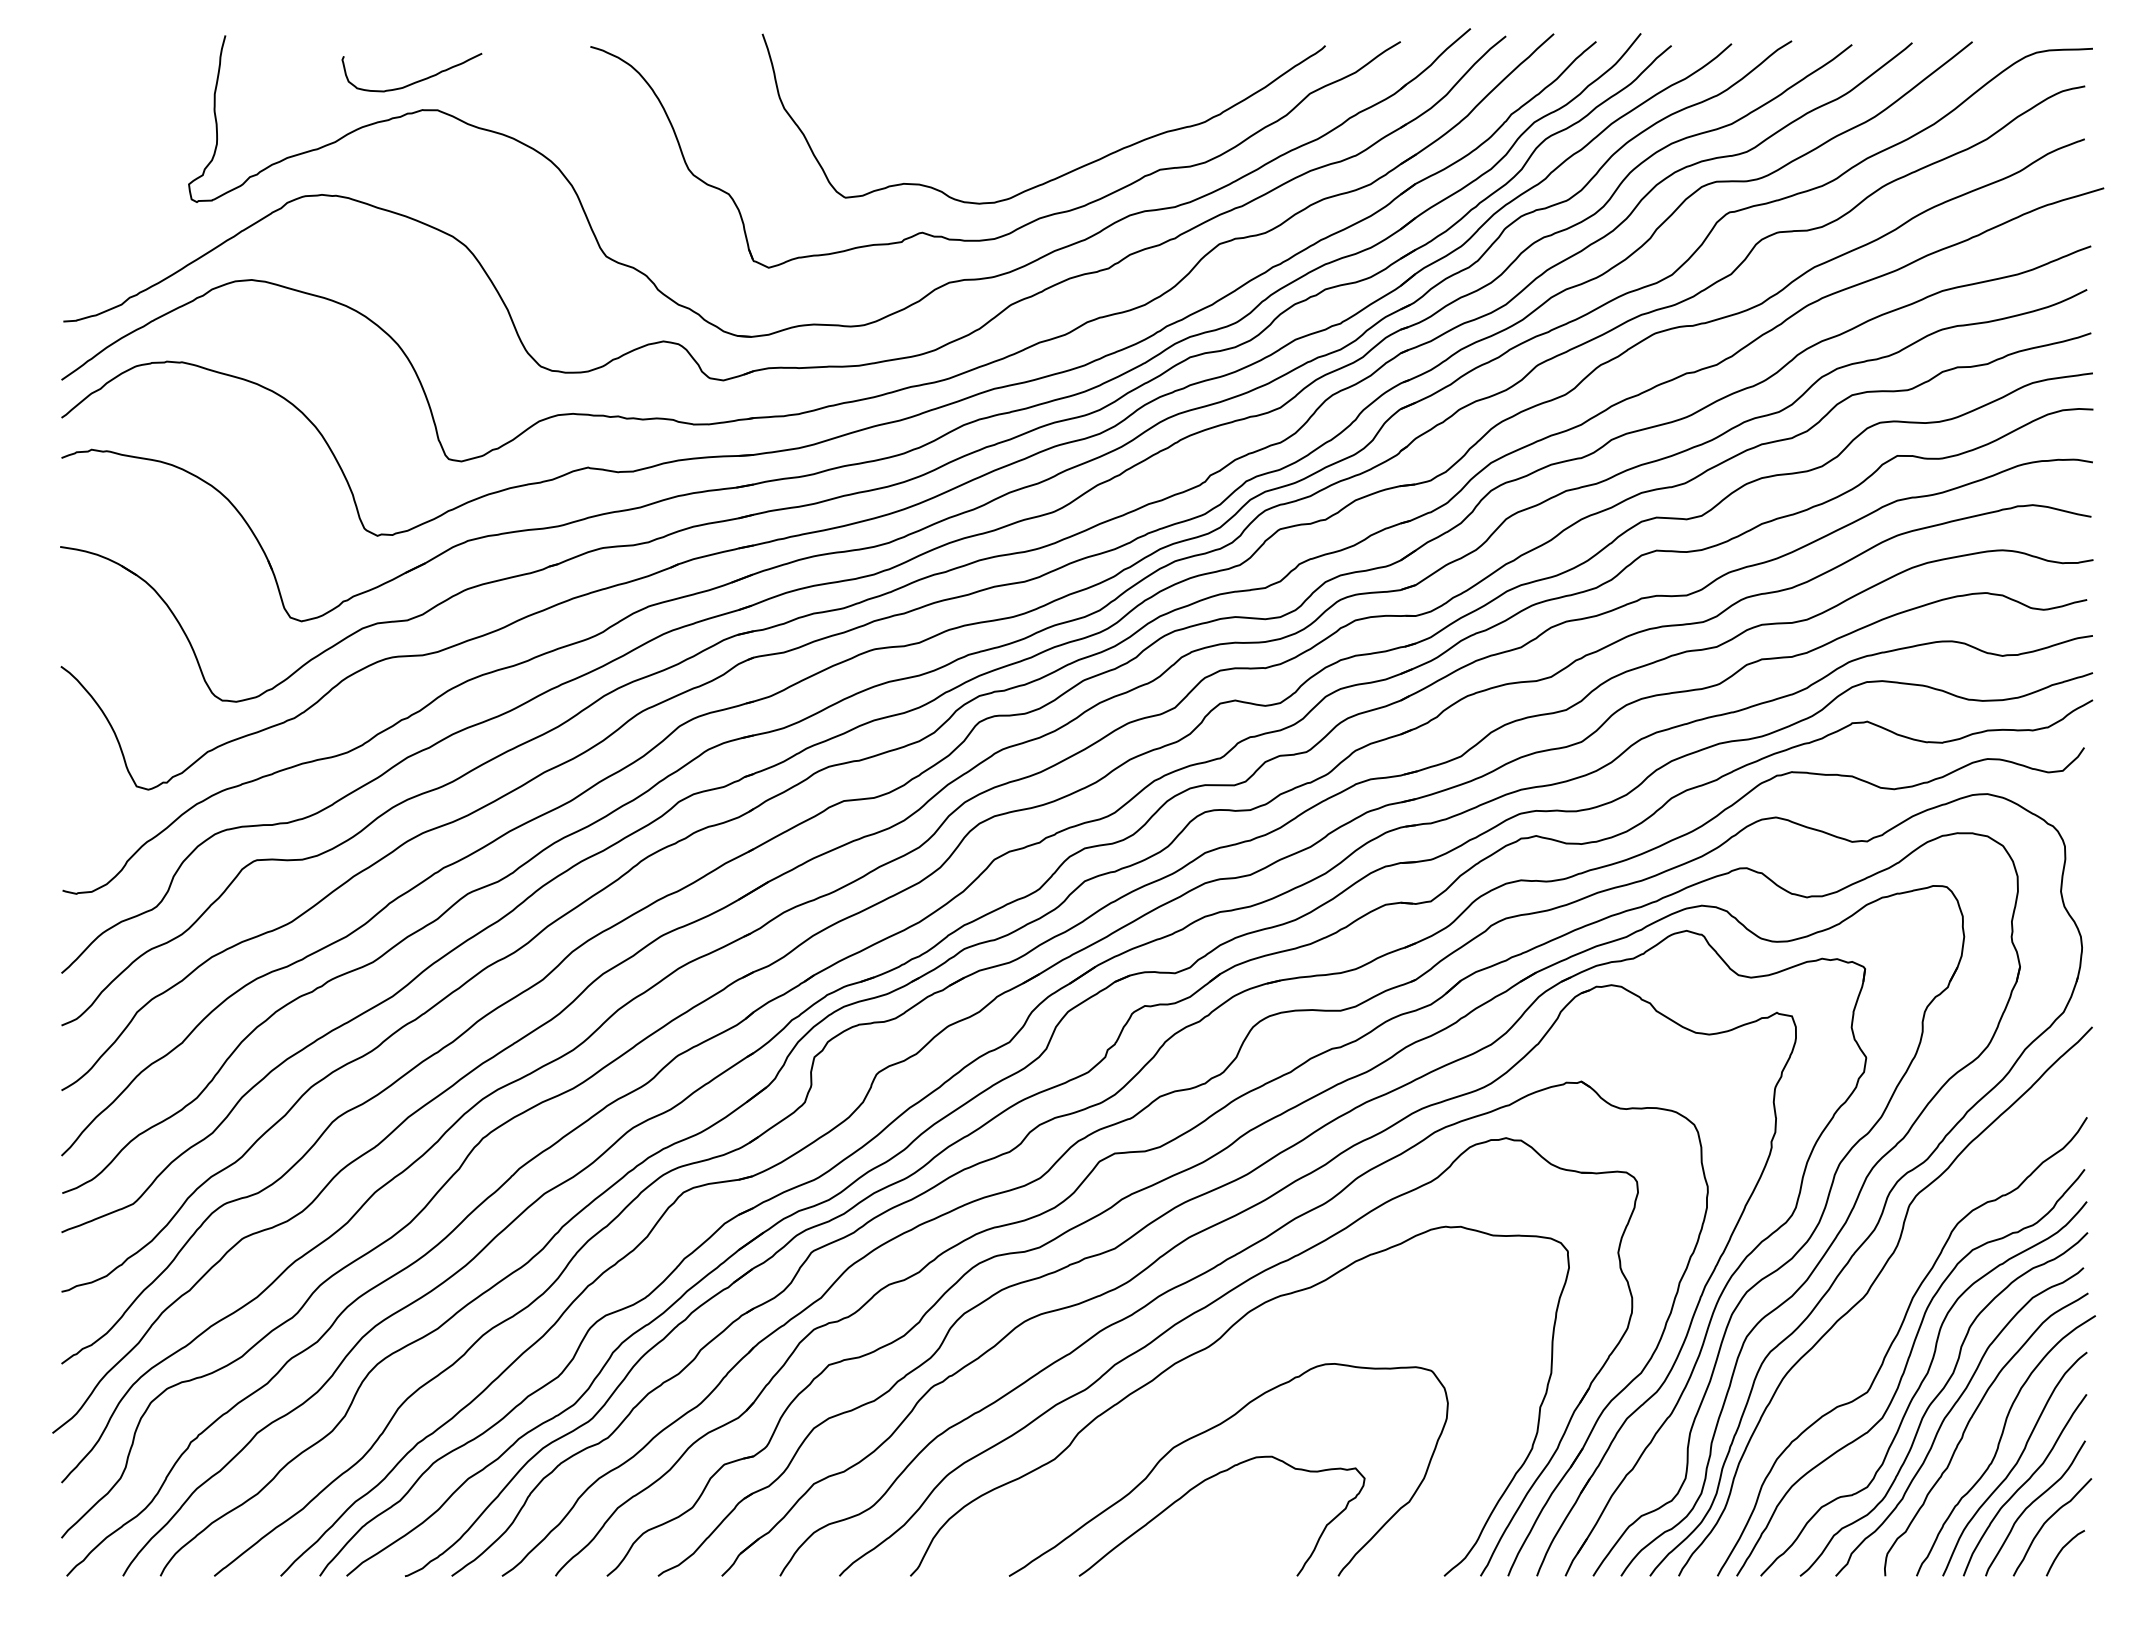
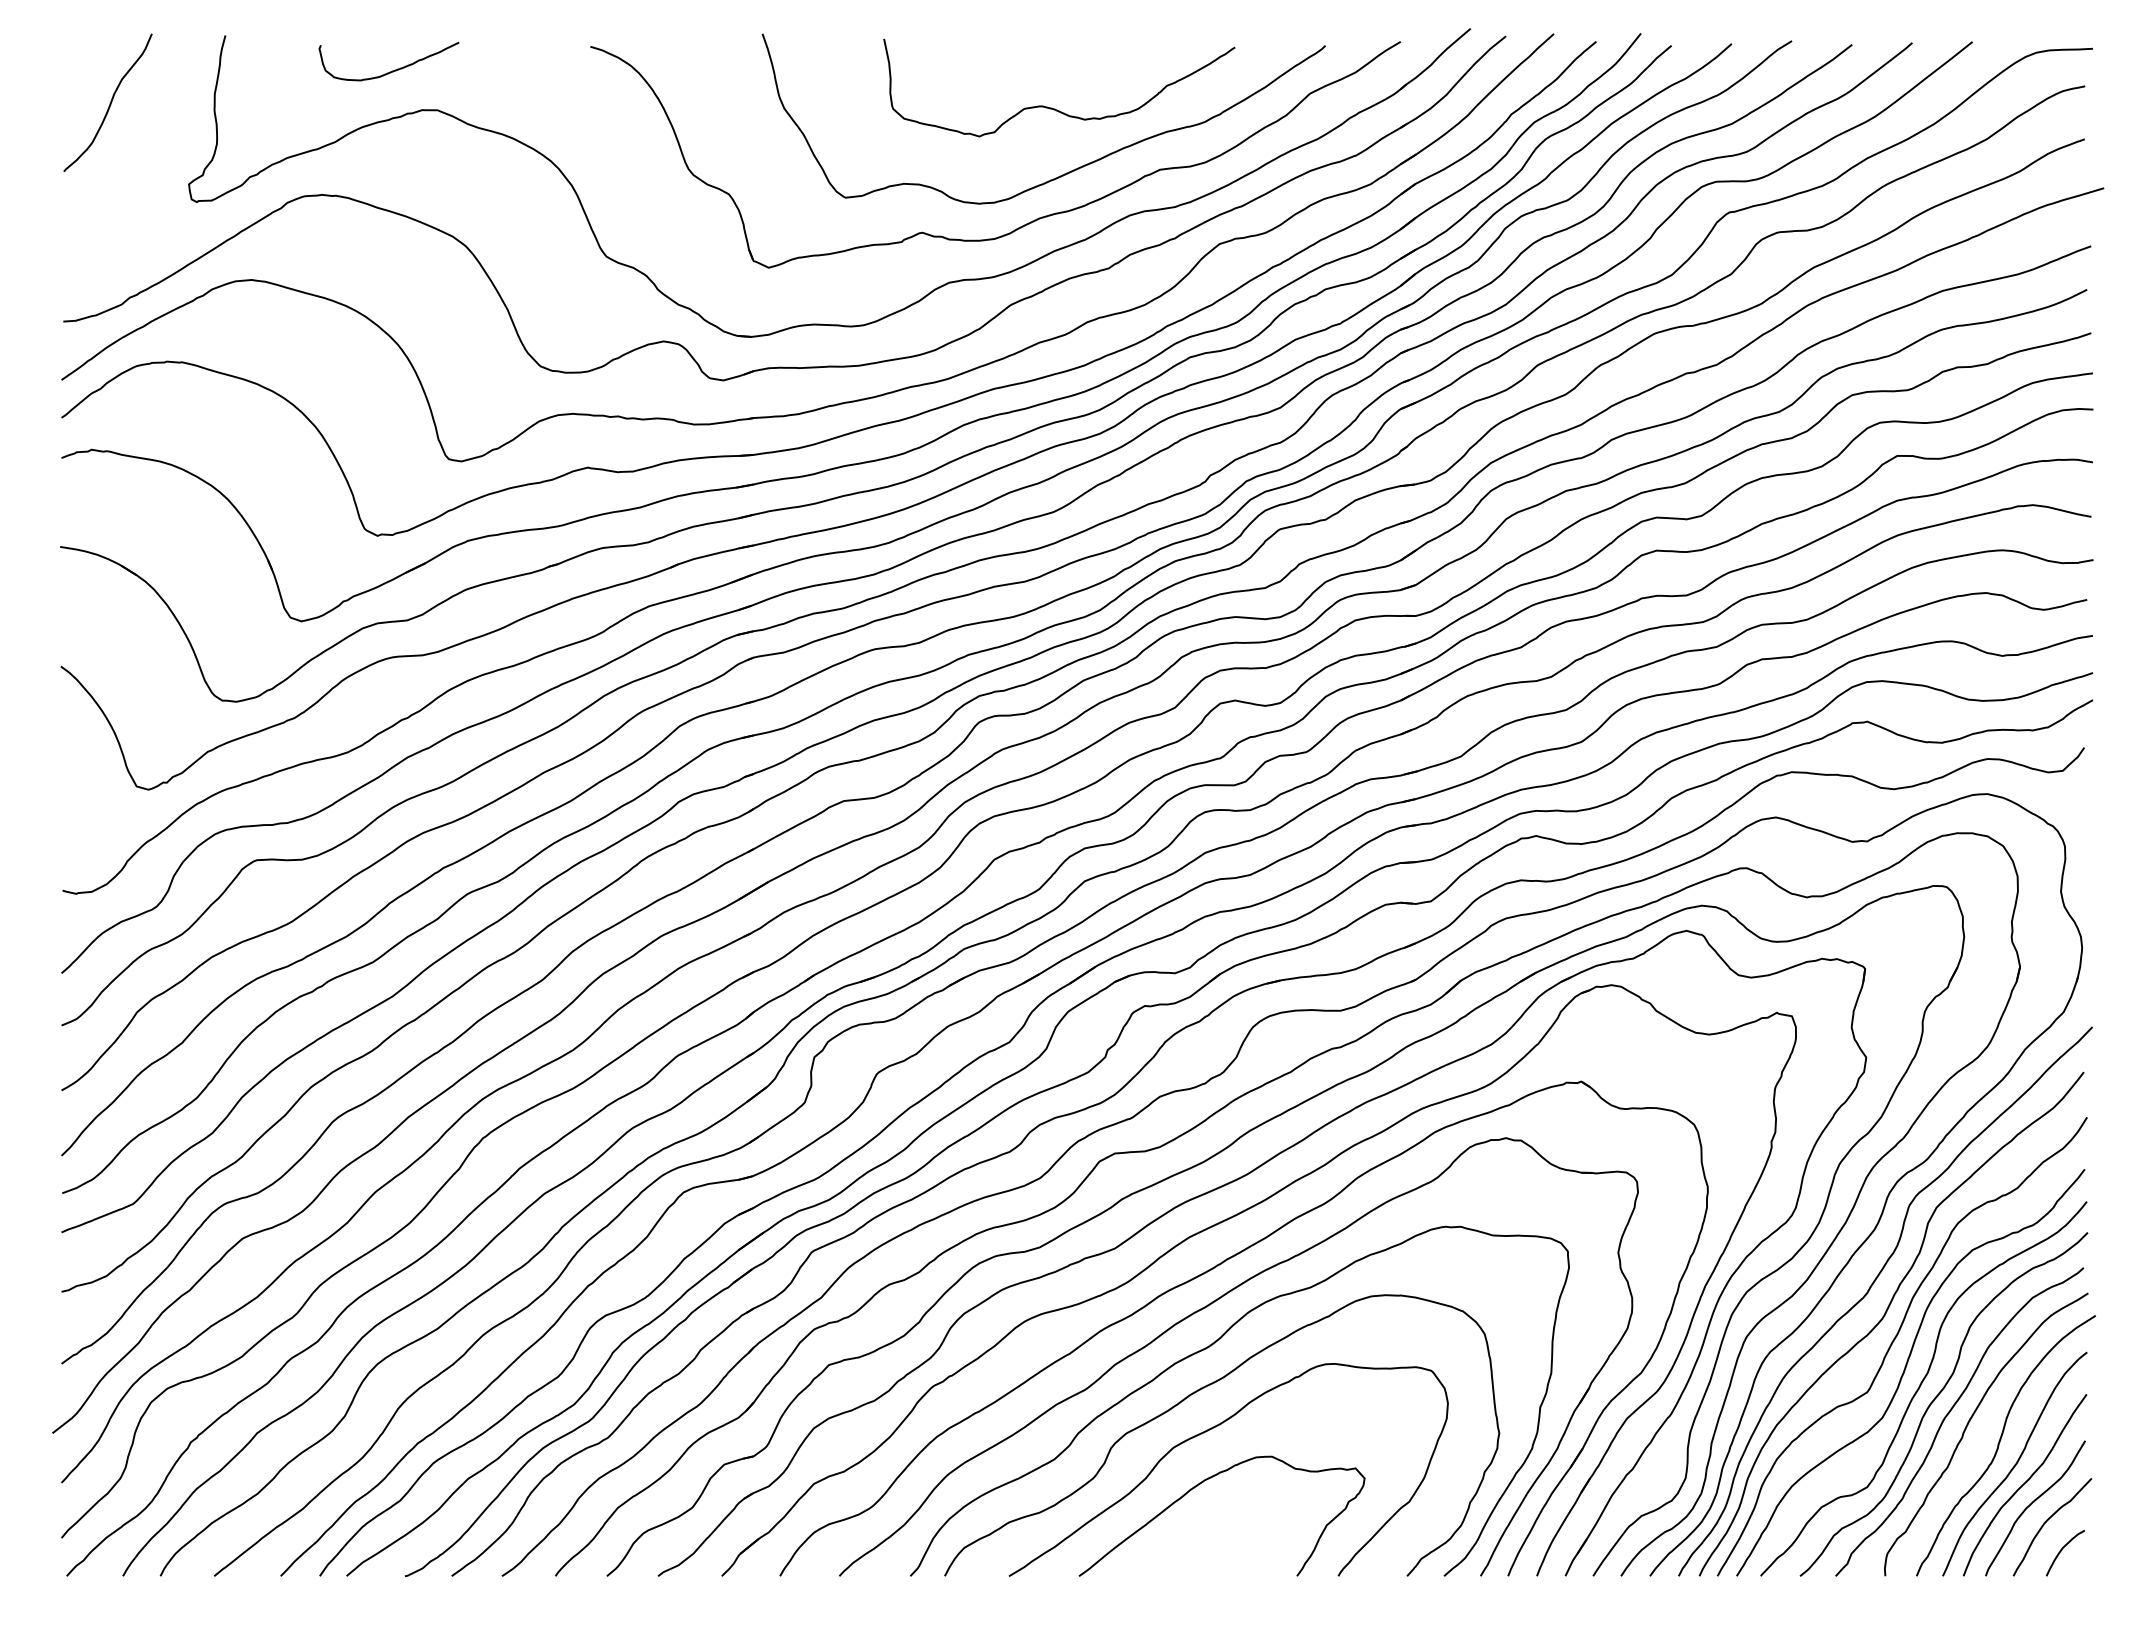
curve at (415, 81) position: (415, 81) -> (392, 70)
curve at (109, 103): none -> present
curve at (1055, 108): none -> present
curve at (1884, 1317): none -> present
curve at (1195, 1393): none -> present
